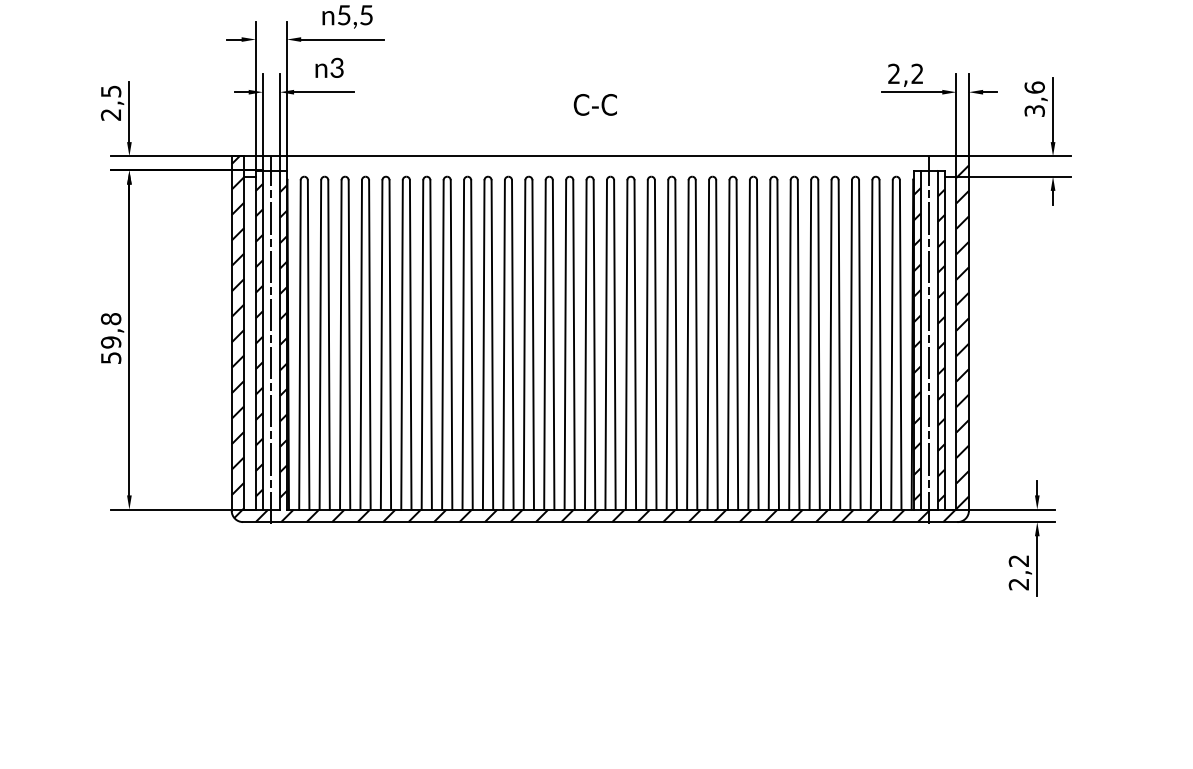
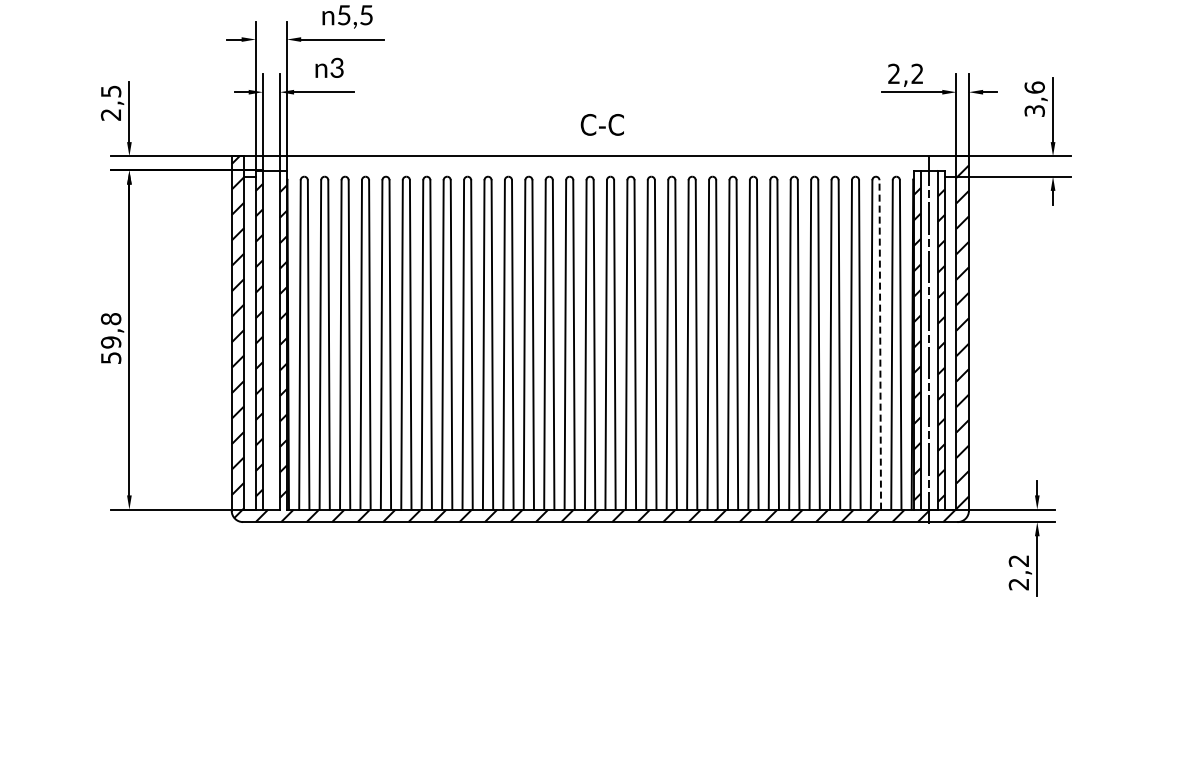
text at (594, 104) position: (594, 104) -> (601, 124)
line at (271, 339): present -> none
line at (880, 344): solid -> dashed
